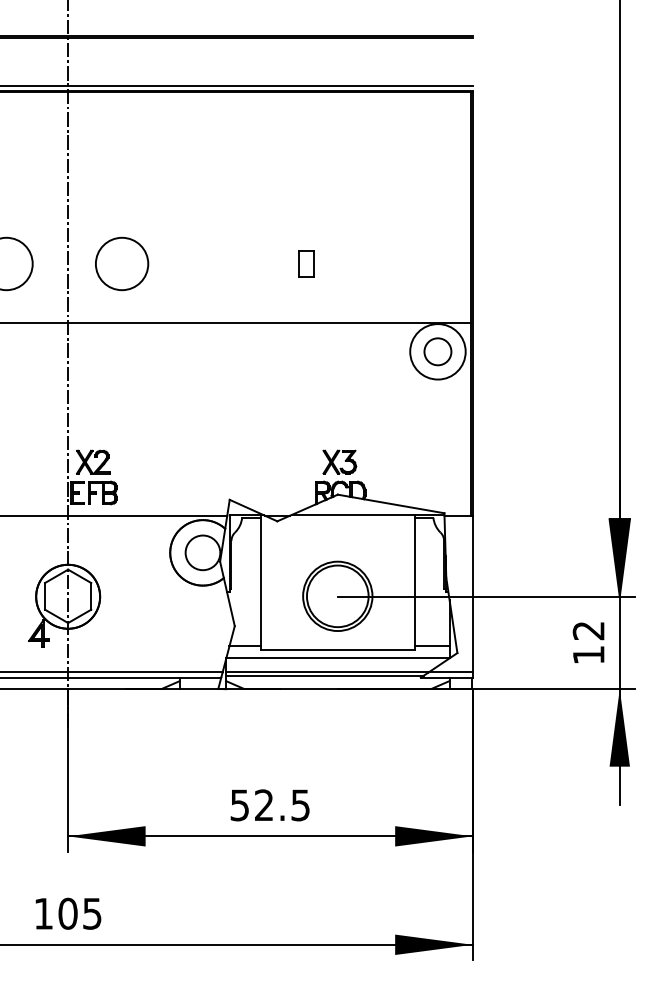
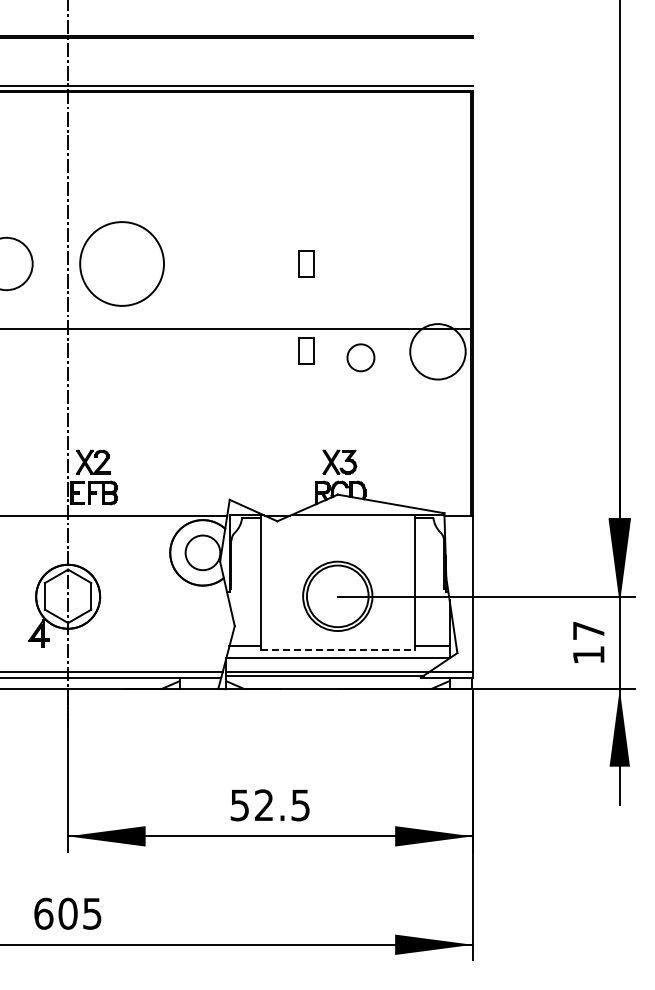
circle at (121, 263) diameter: 52 px -> 84 px
line at (236, 323) position: (236, 323) -> (236, 329)
part at (306, 350): none -> present
circle at (437, 351) position: (437, 351) -> (360, 357)
text at (588, 631): 12 -> 17
line at (338, 650): solid -> dashed
text at (43, 913): 105 -> 605
